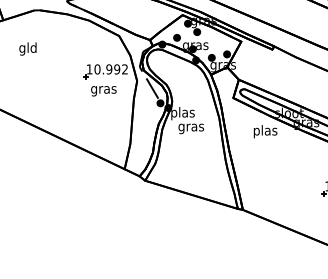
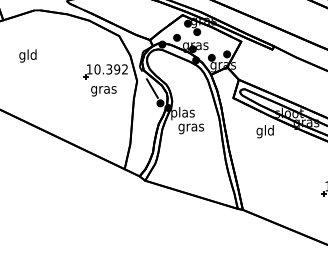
text at (27, 48) position: (27, 48) -> (27, 55)
text at (109, 69): 10.992 -> 10.392
text at (265, 131): plas -> gld
